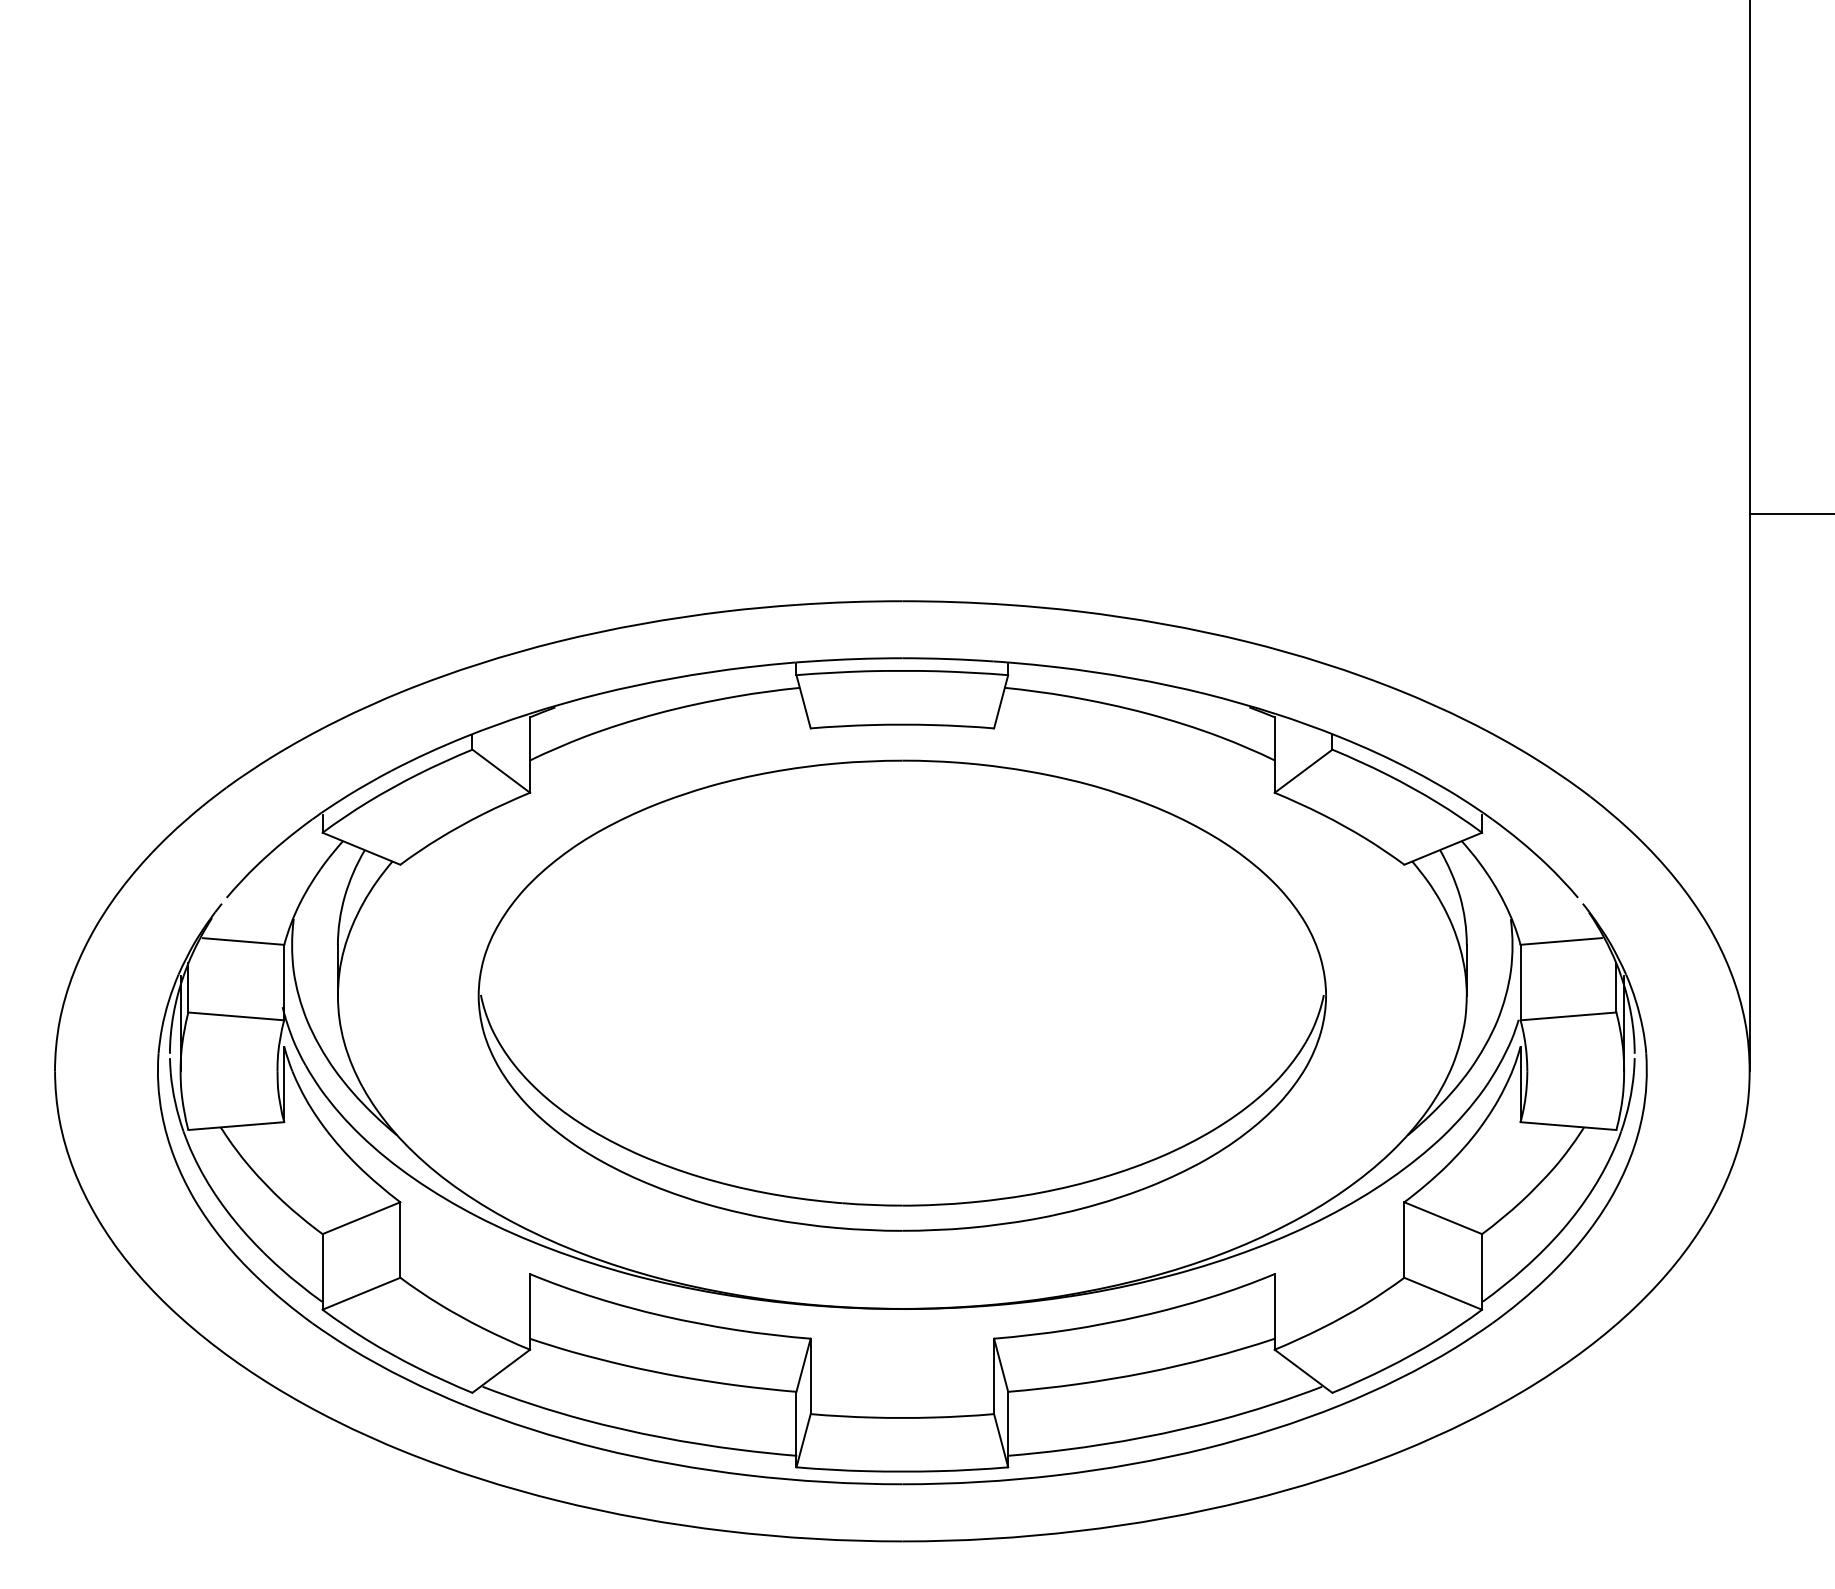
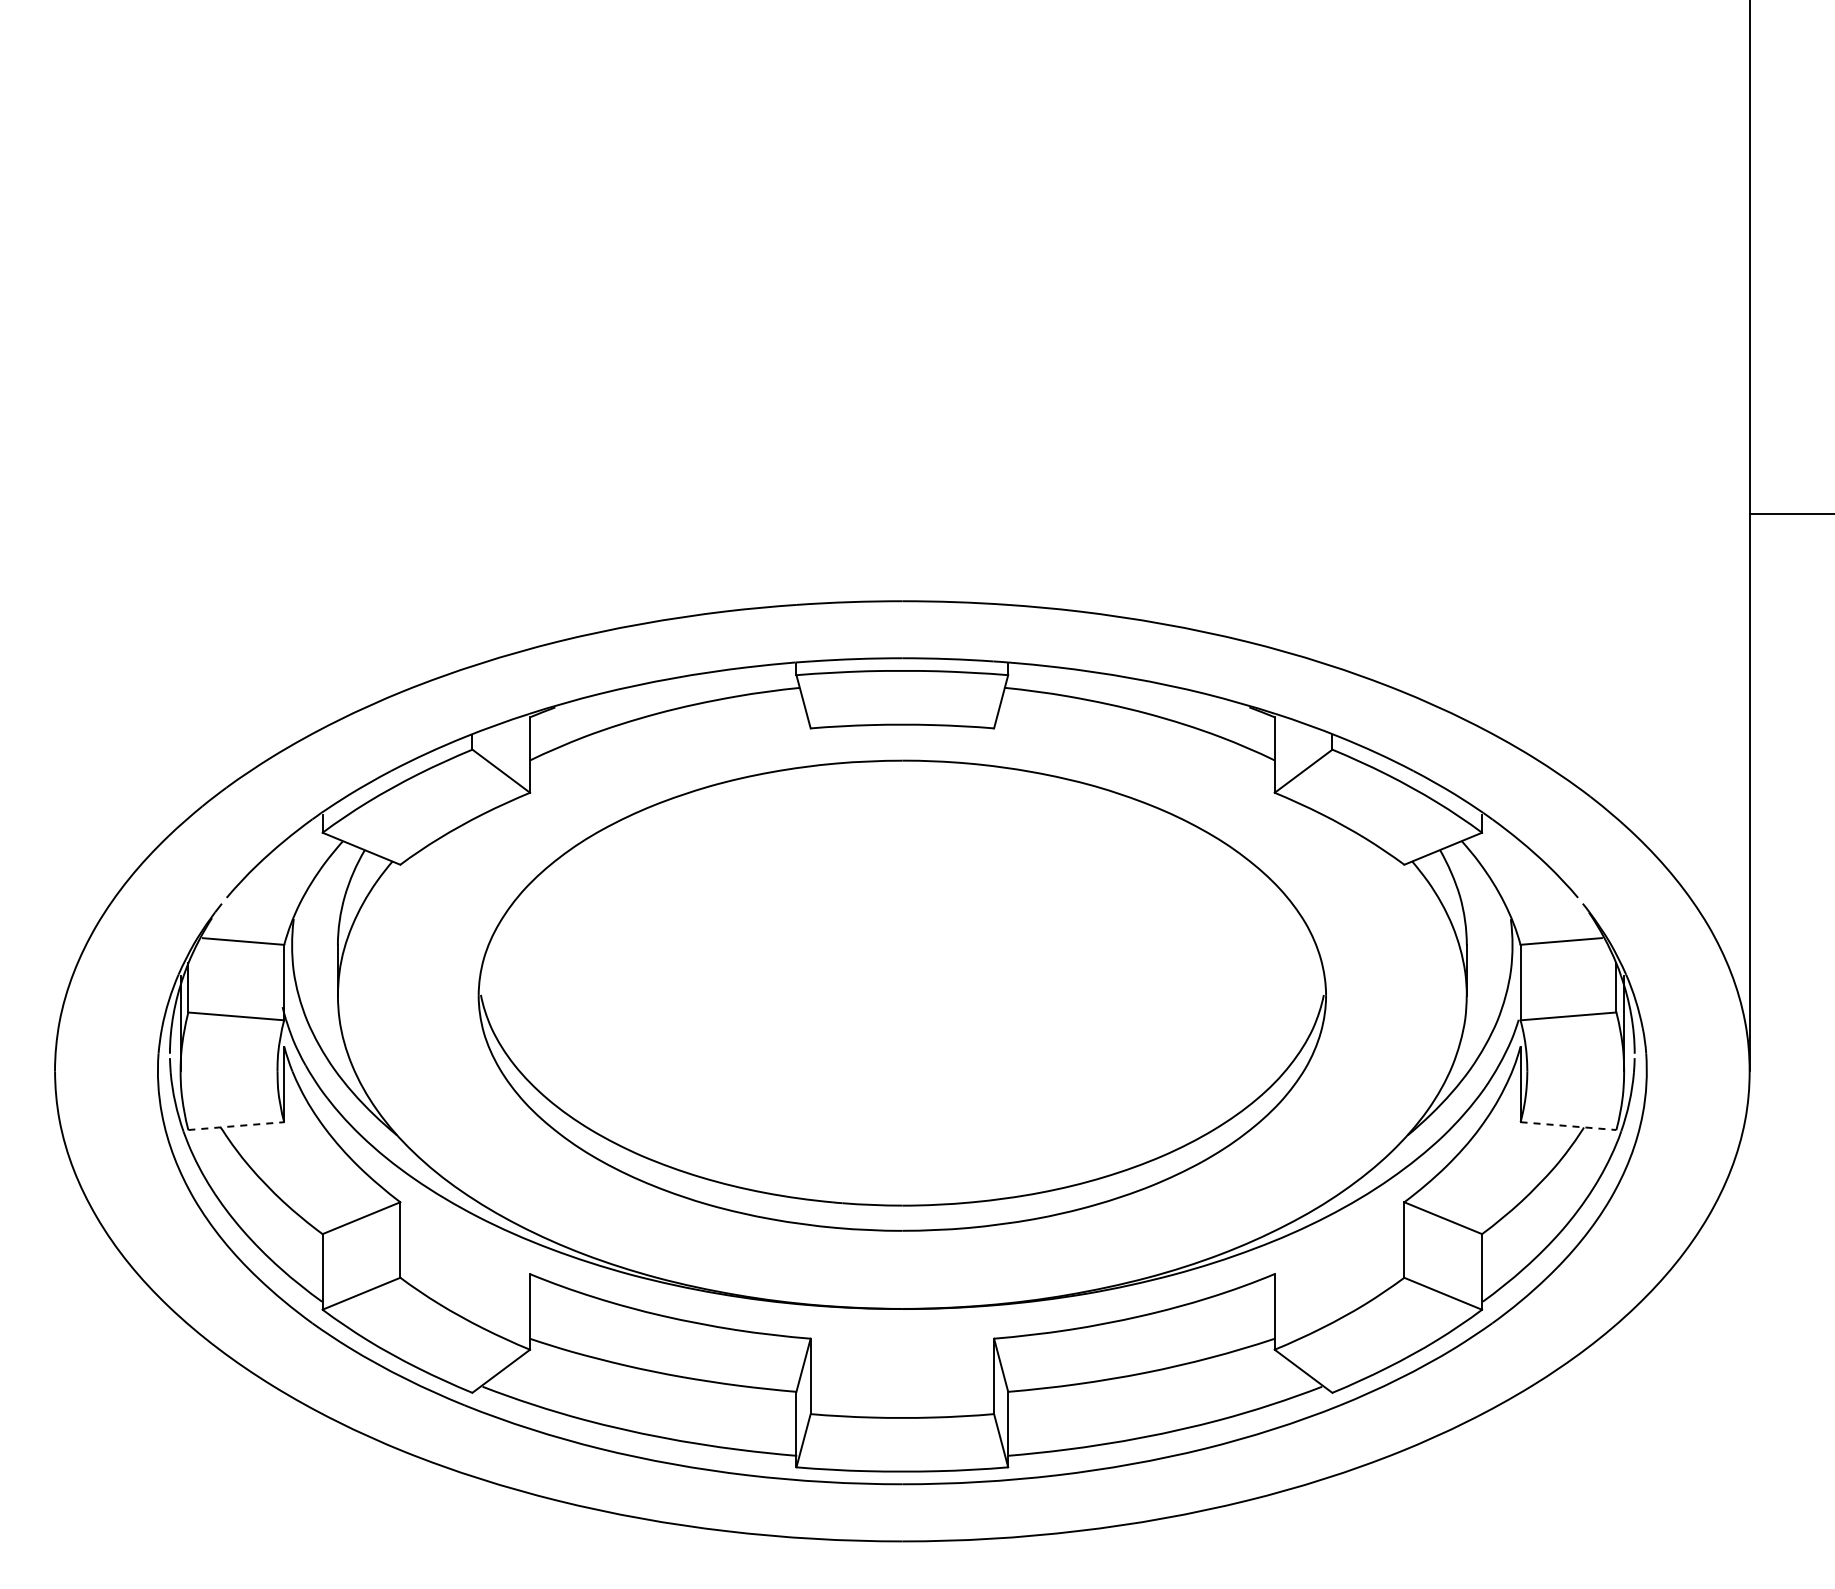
line at (236, 1126): solid -> dashed
line at (1568, 1126): solid -> dashed
